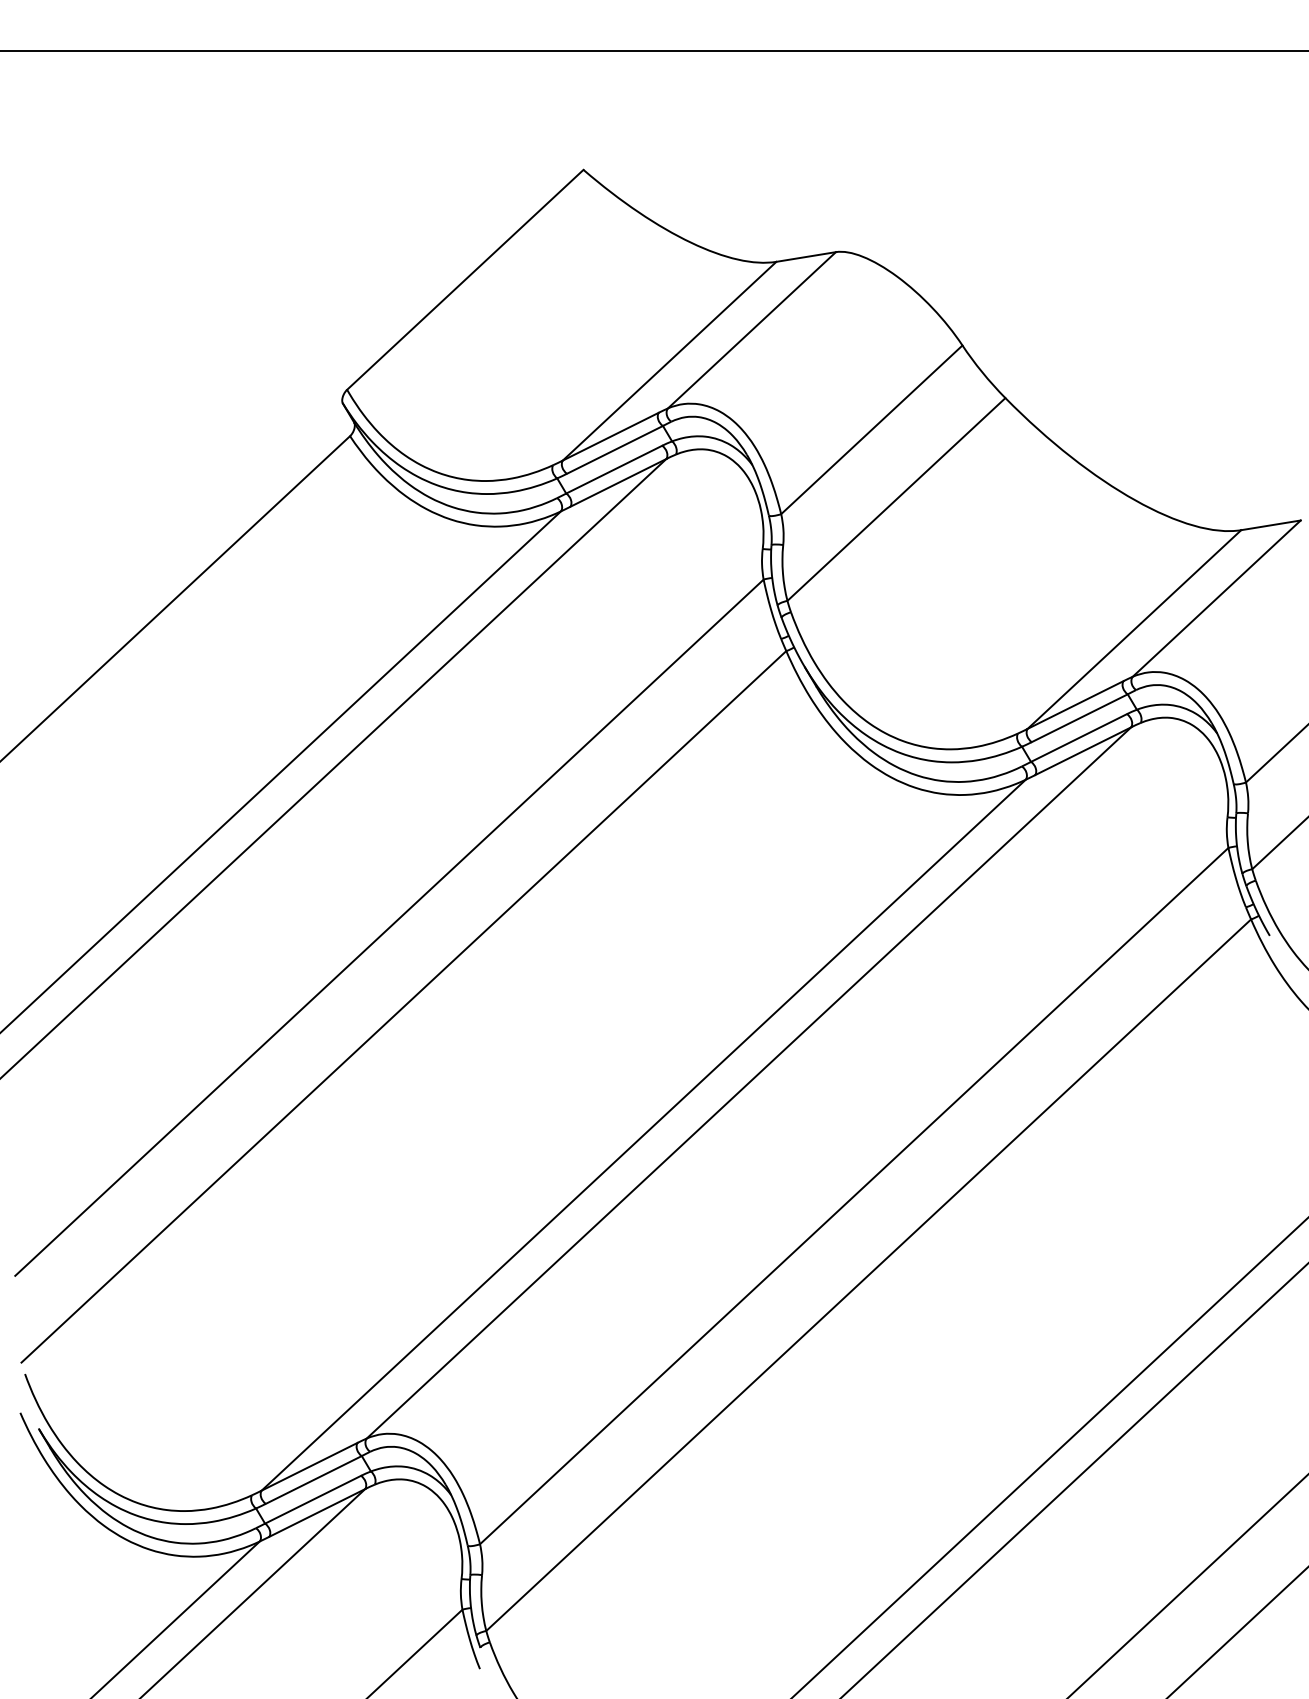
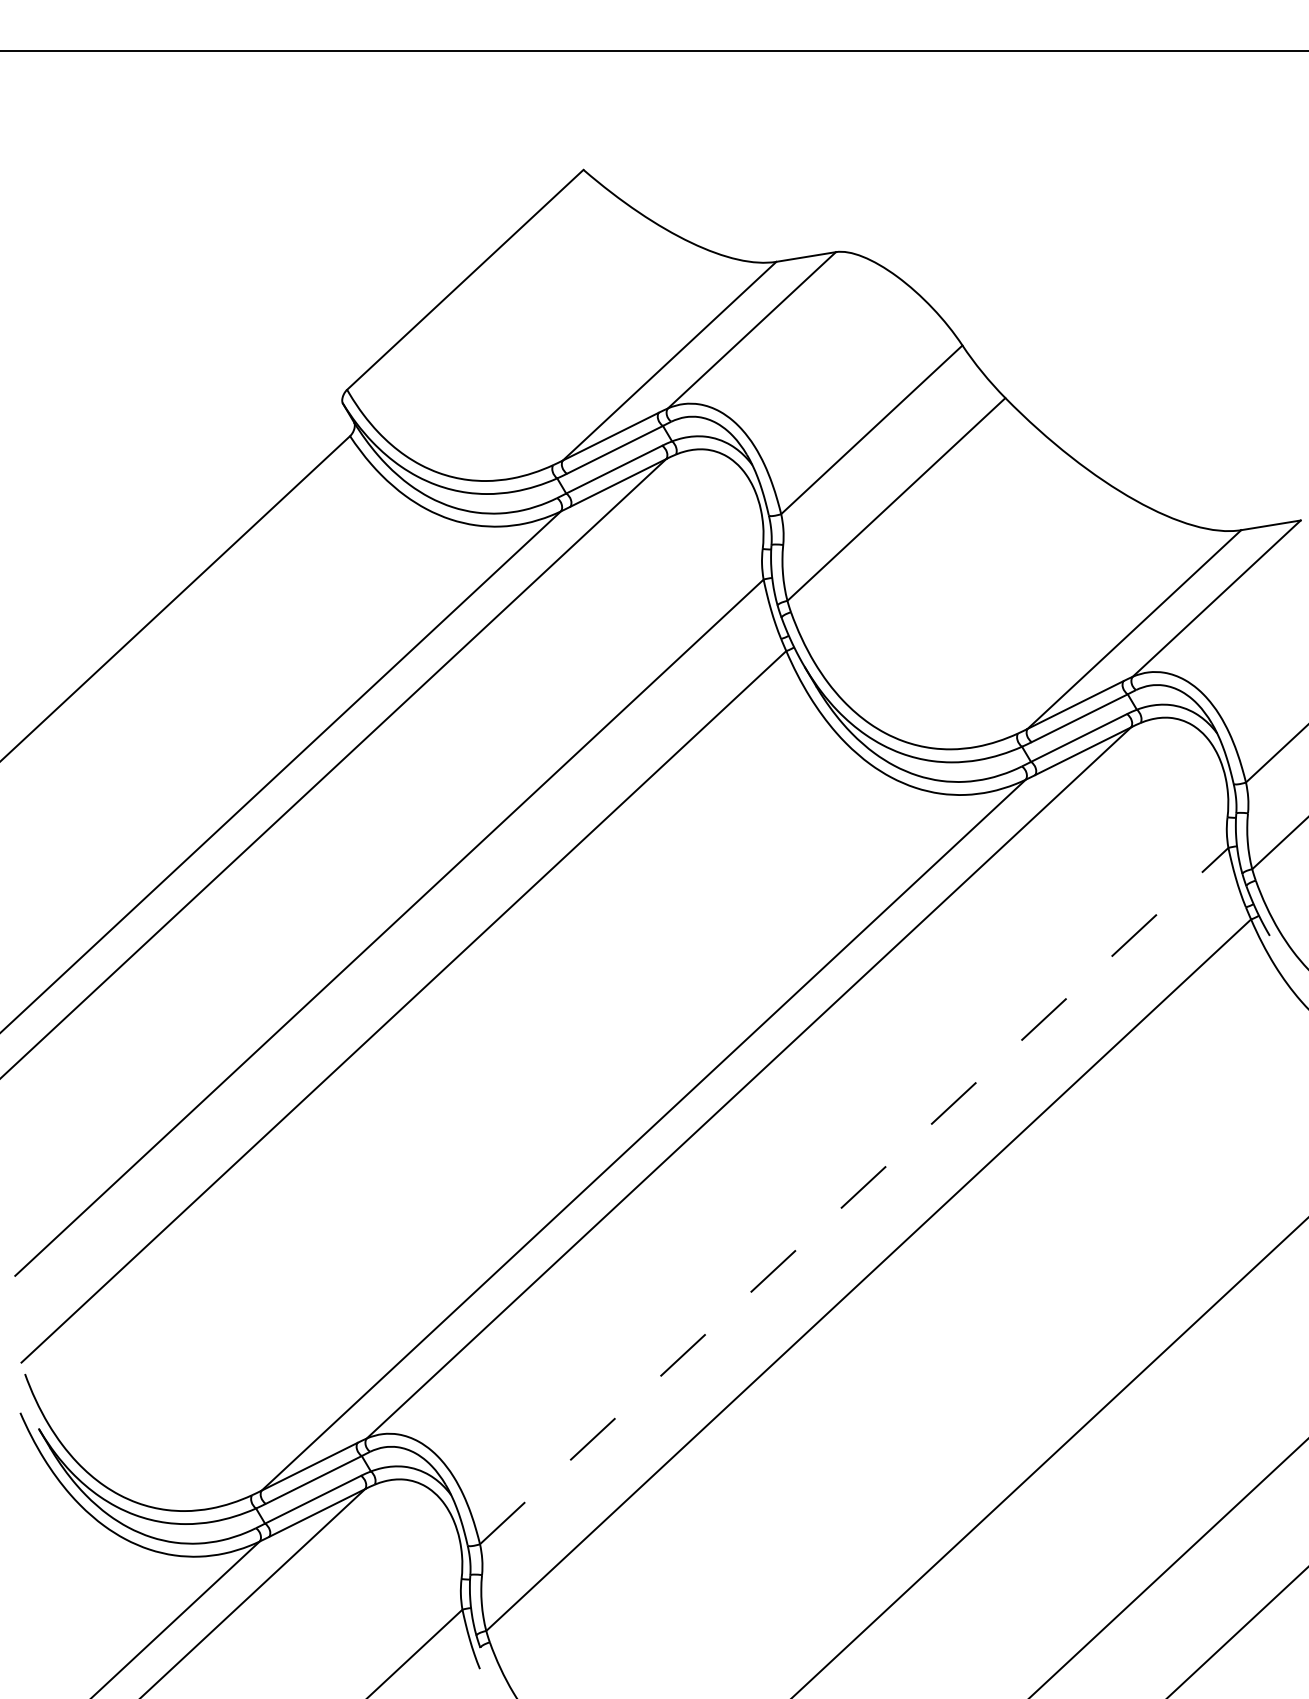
line at (854, 1195): solid -> dashed
line at (1074, 1480): present -> none
line at (1187, 1585) position: (1187, 1585) -> (1168, 1568)
